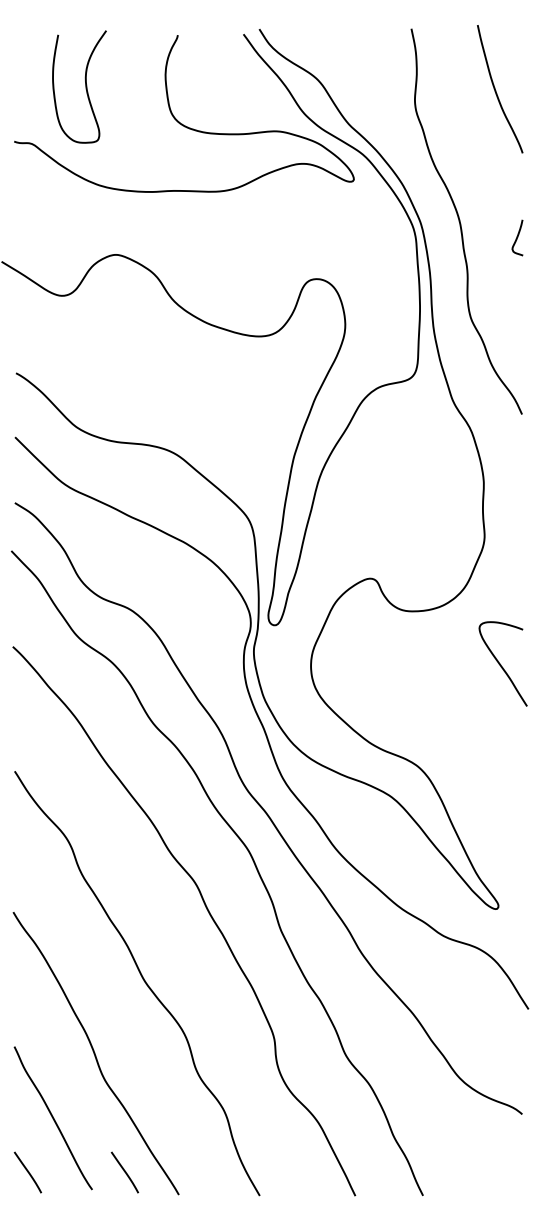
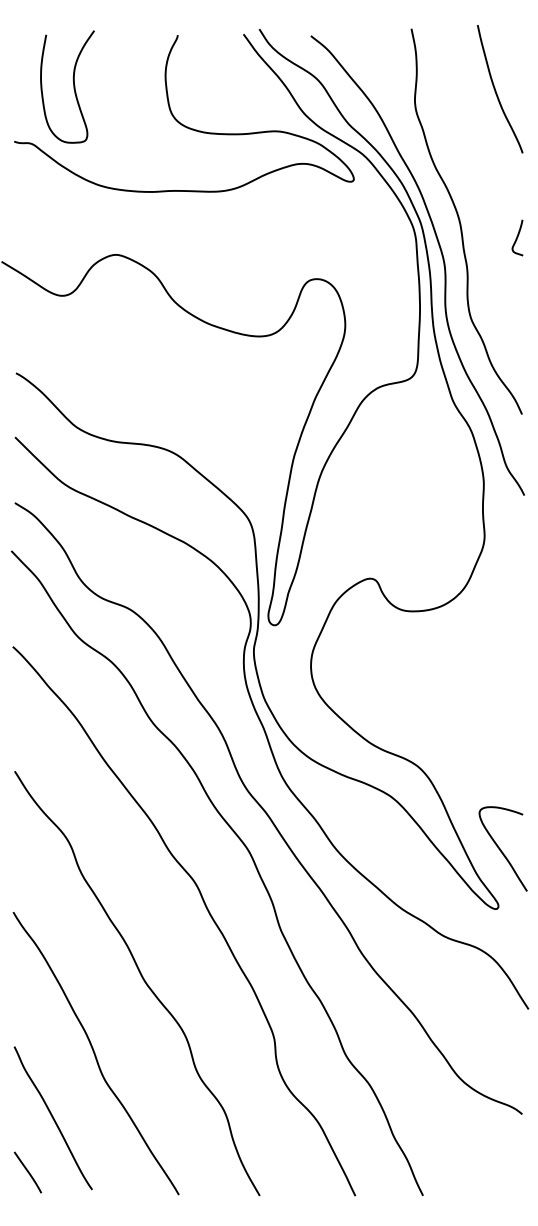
curve at (85, 86) position: (85, 86) -> (73, 86)
curve at (442, 260): none -> present
curve at (501, 664) position: (501, 664) -> (501, 849)
line at (124, 1172): present -> none
